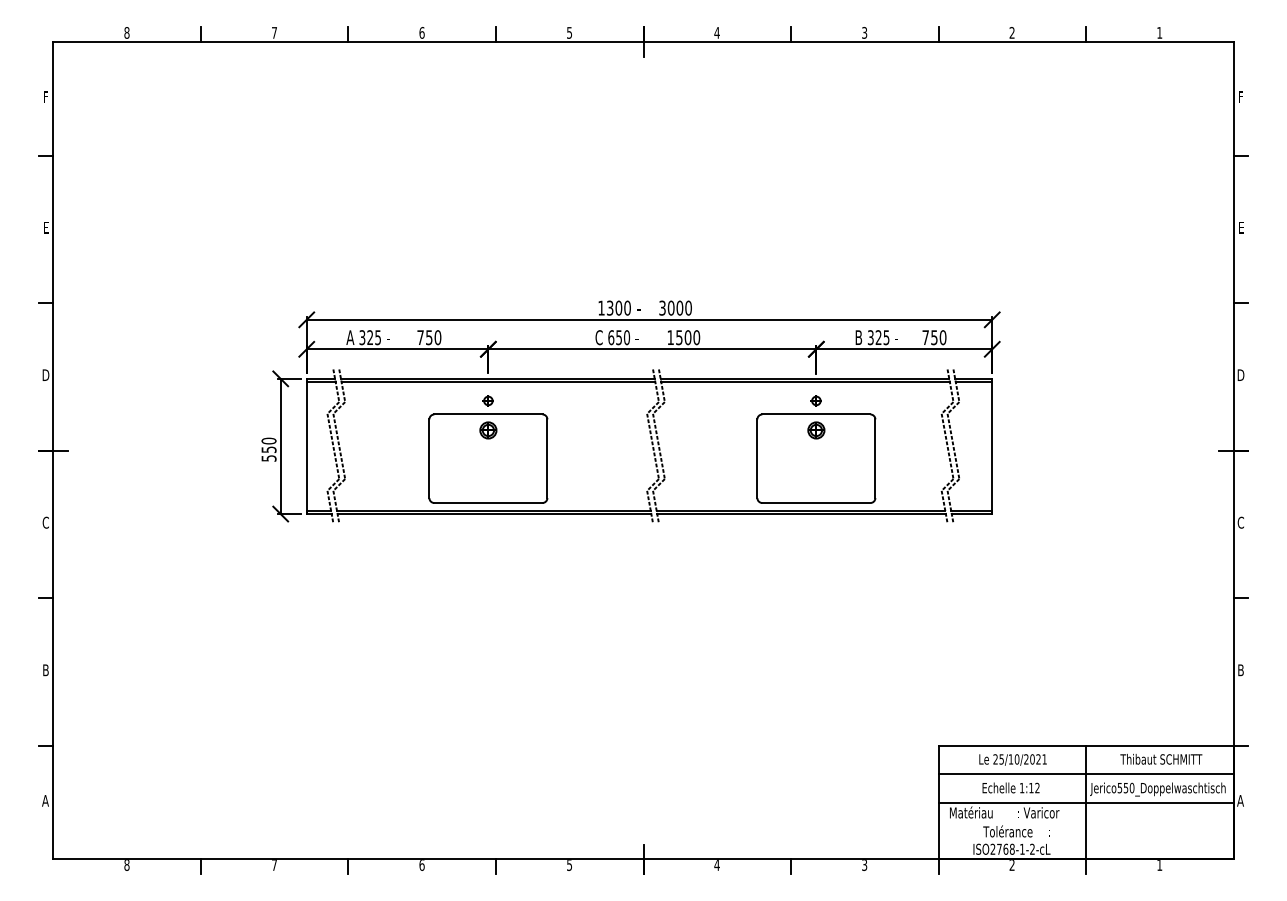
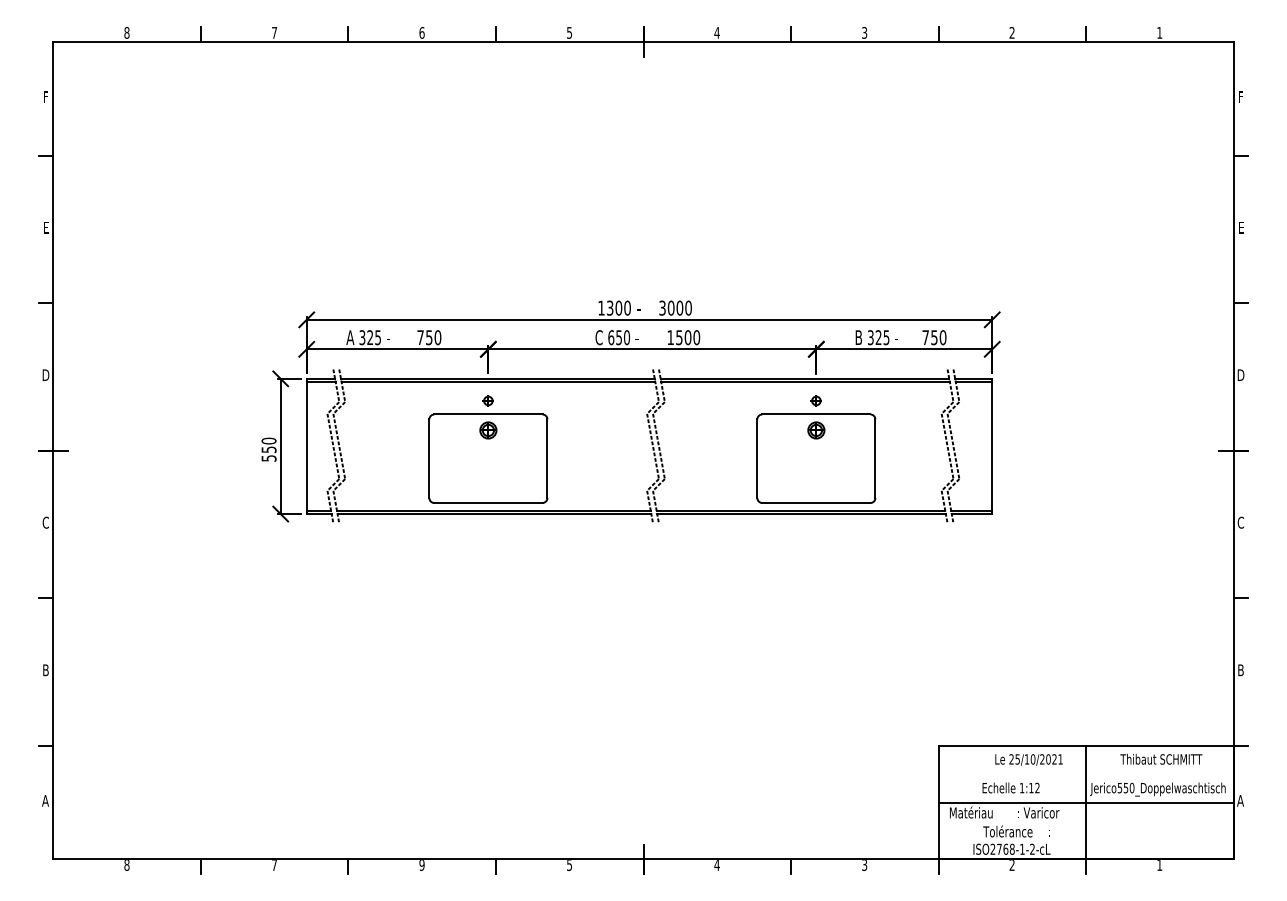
text at (1012, 759) position: (1012, 759) -> (1028, 759)
line at (1085, 774): present -> none
text at (421, 865): 6 -> 9
